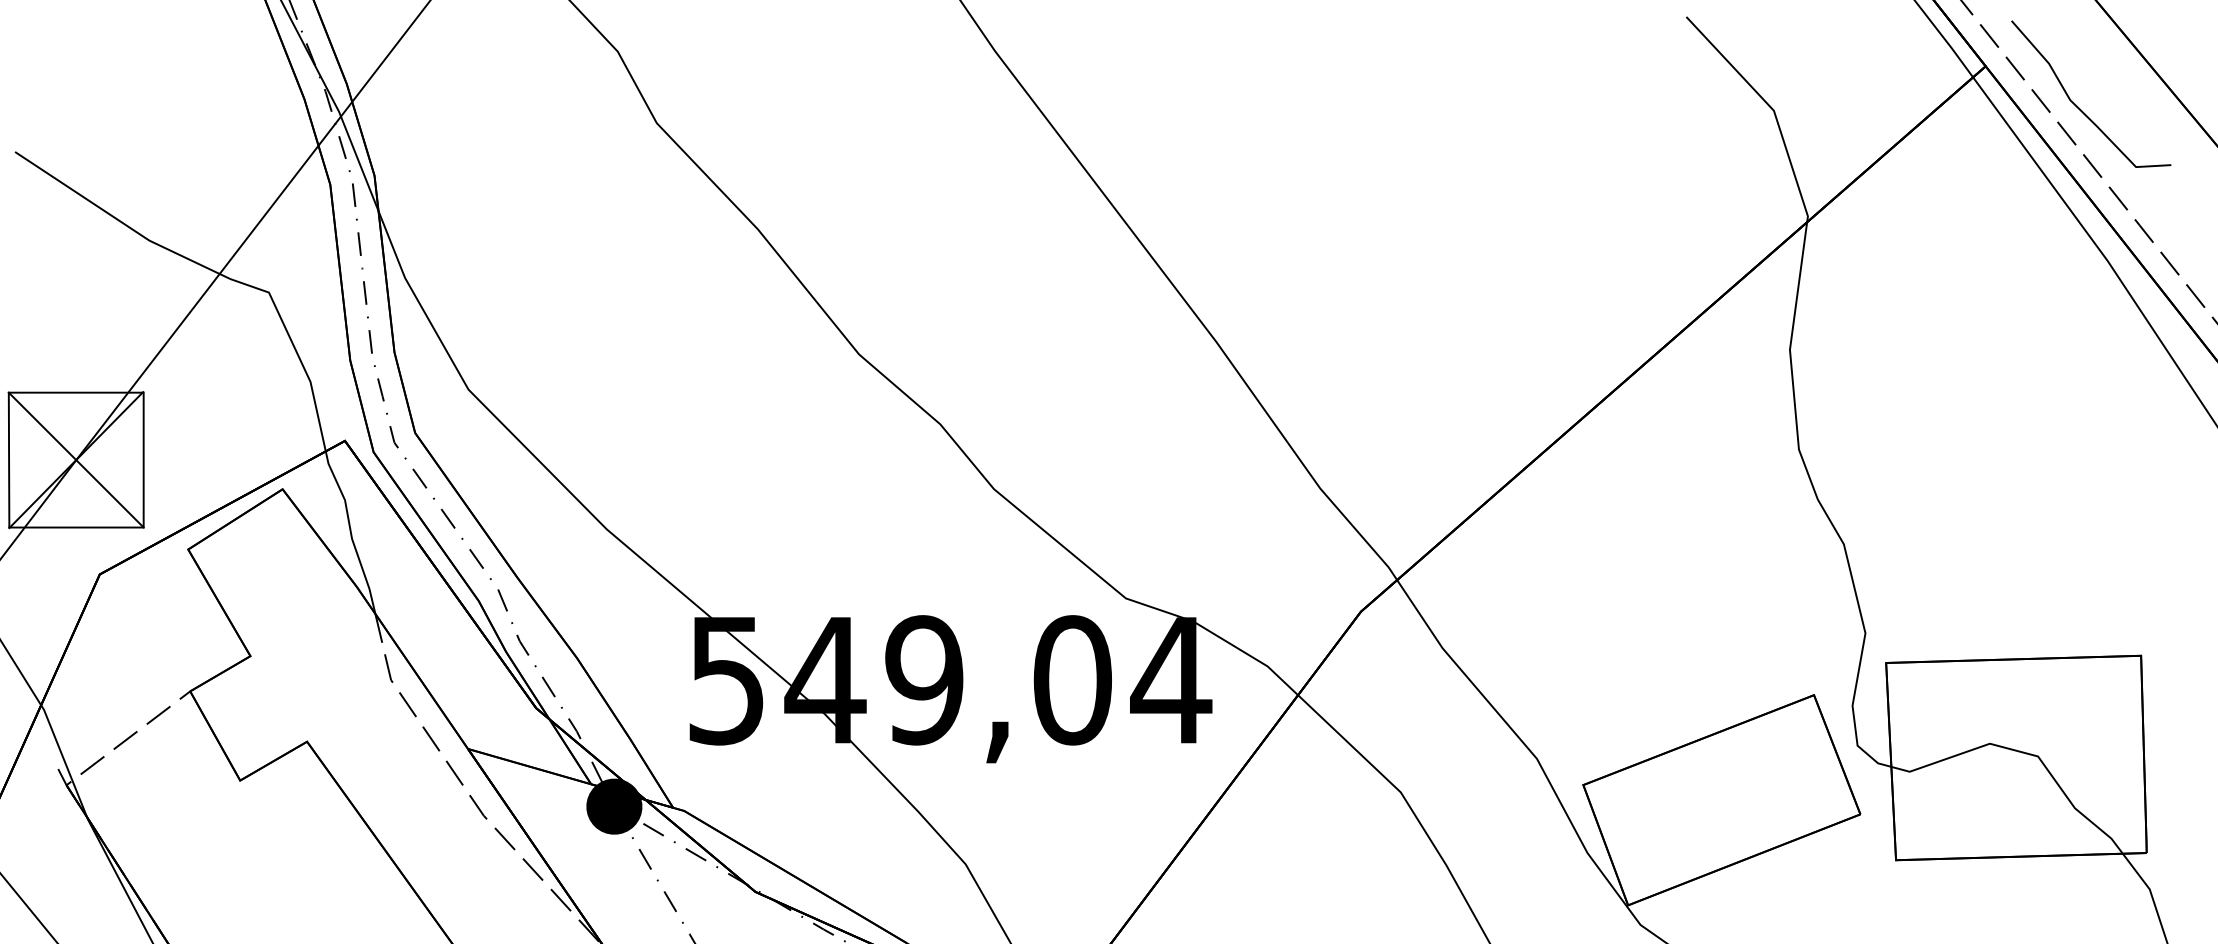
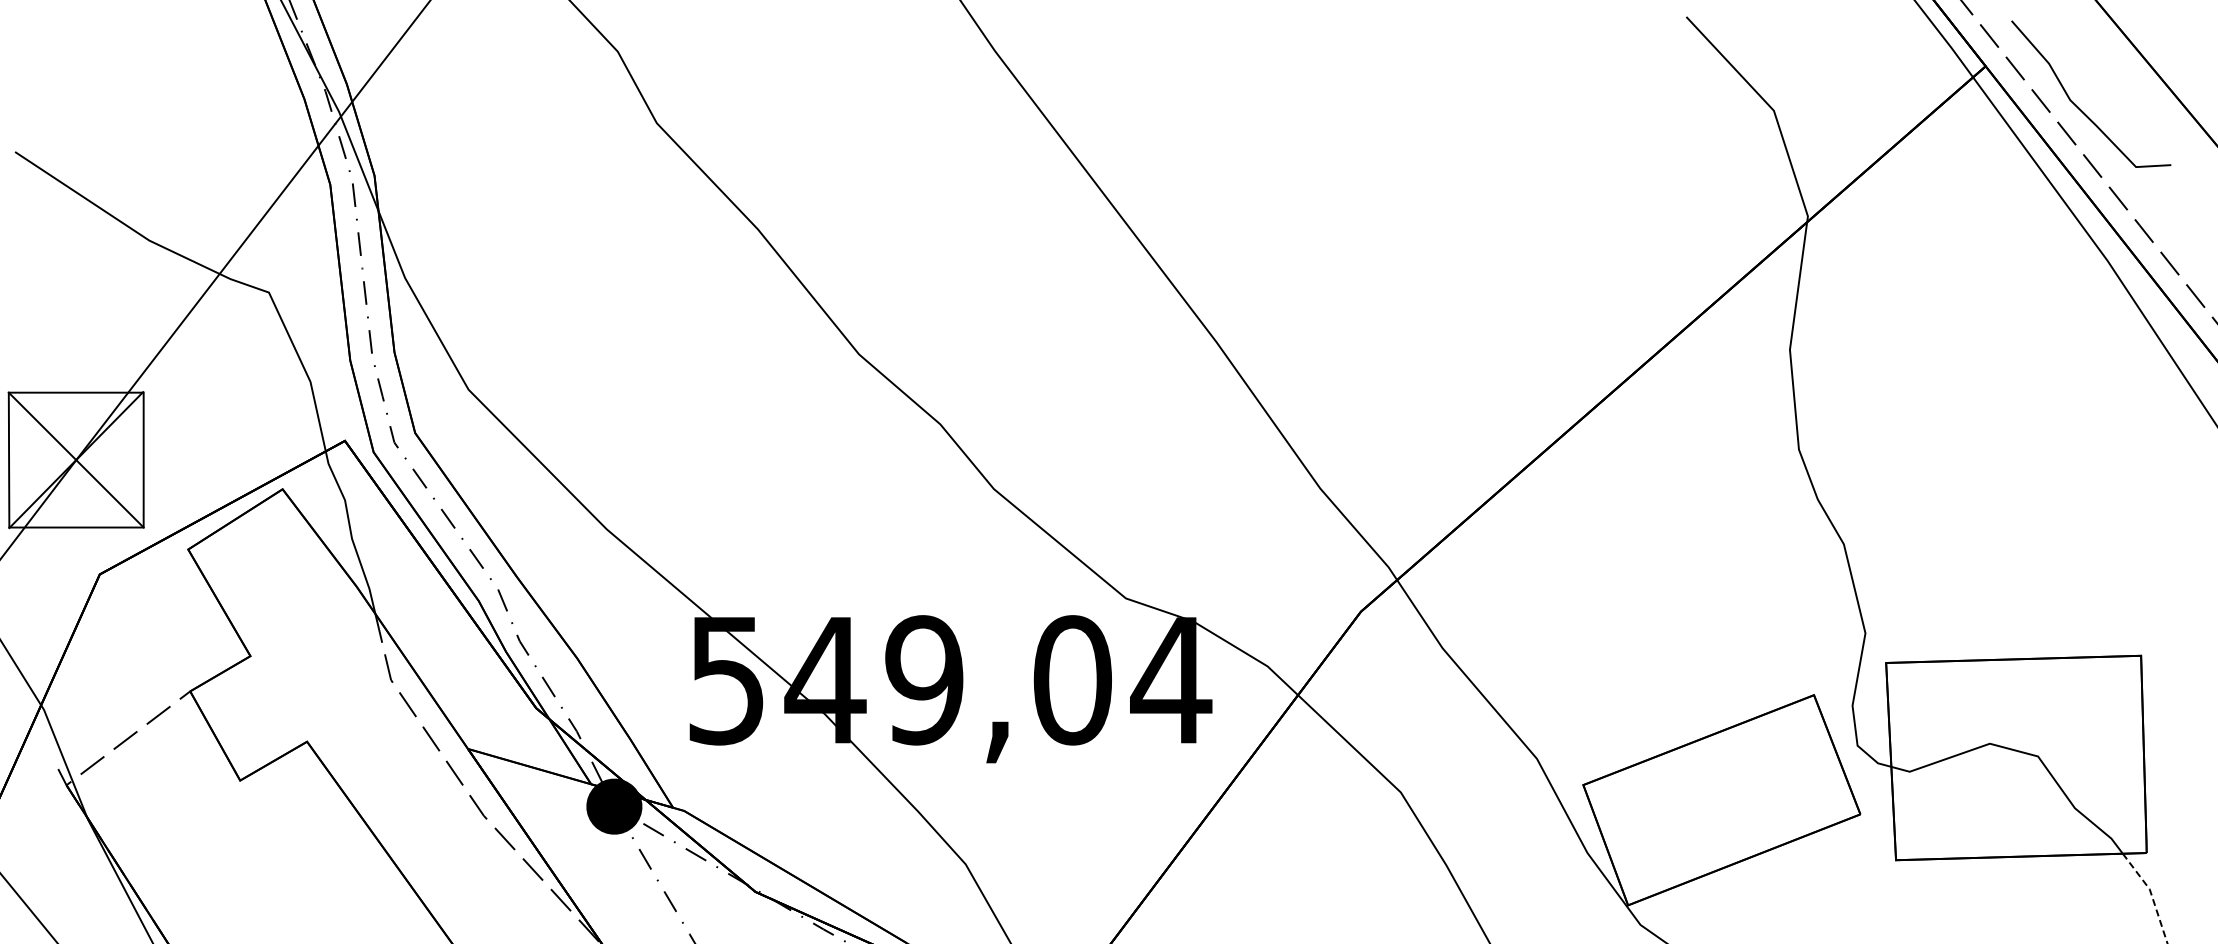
line at (2151, 895): solid -> dashed
